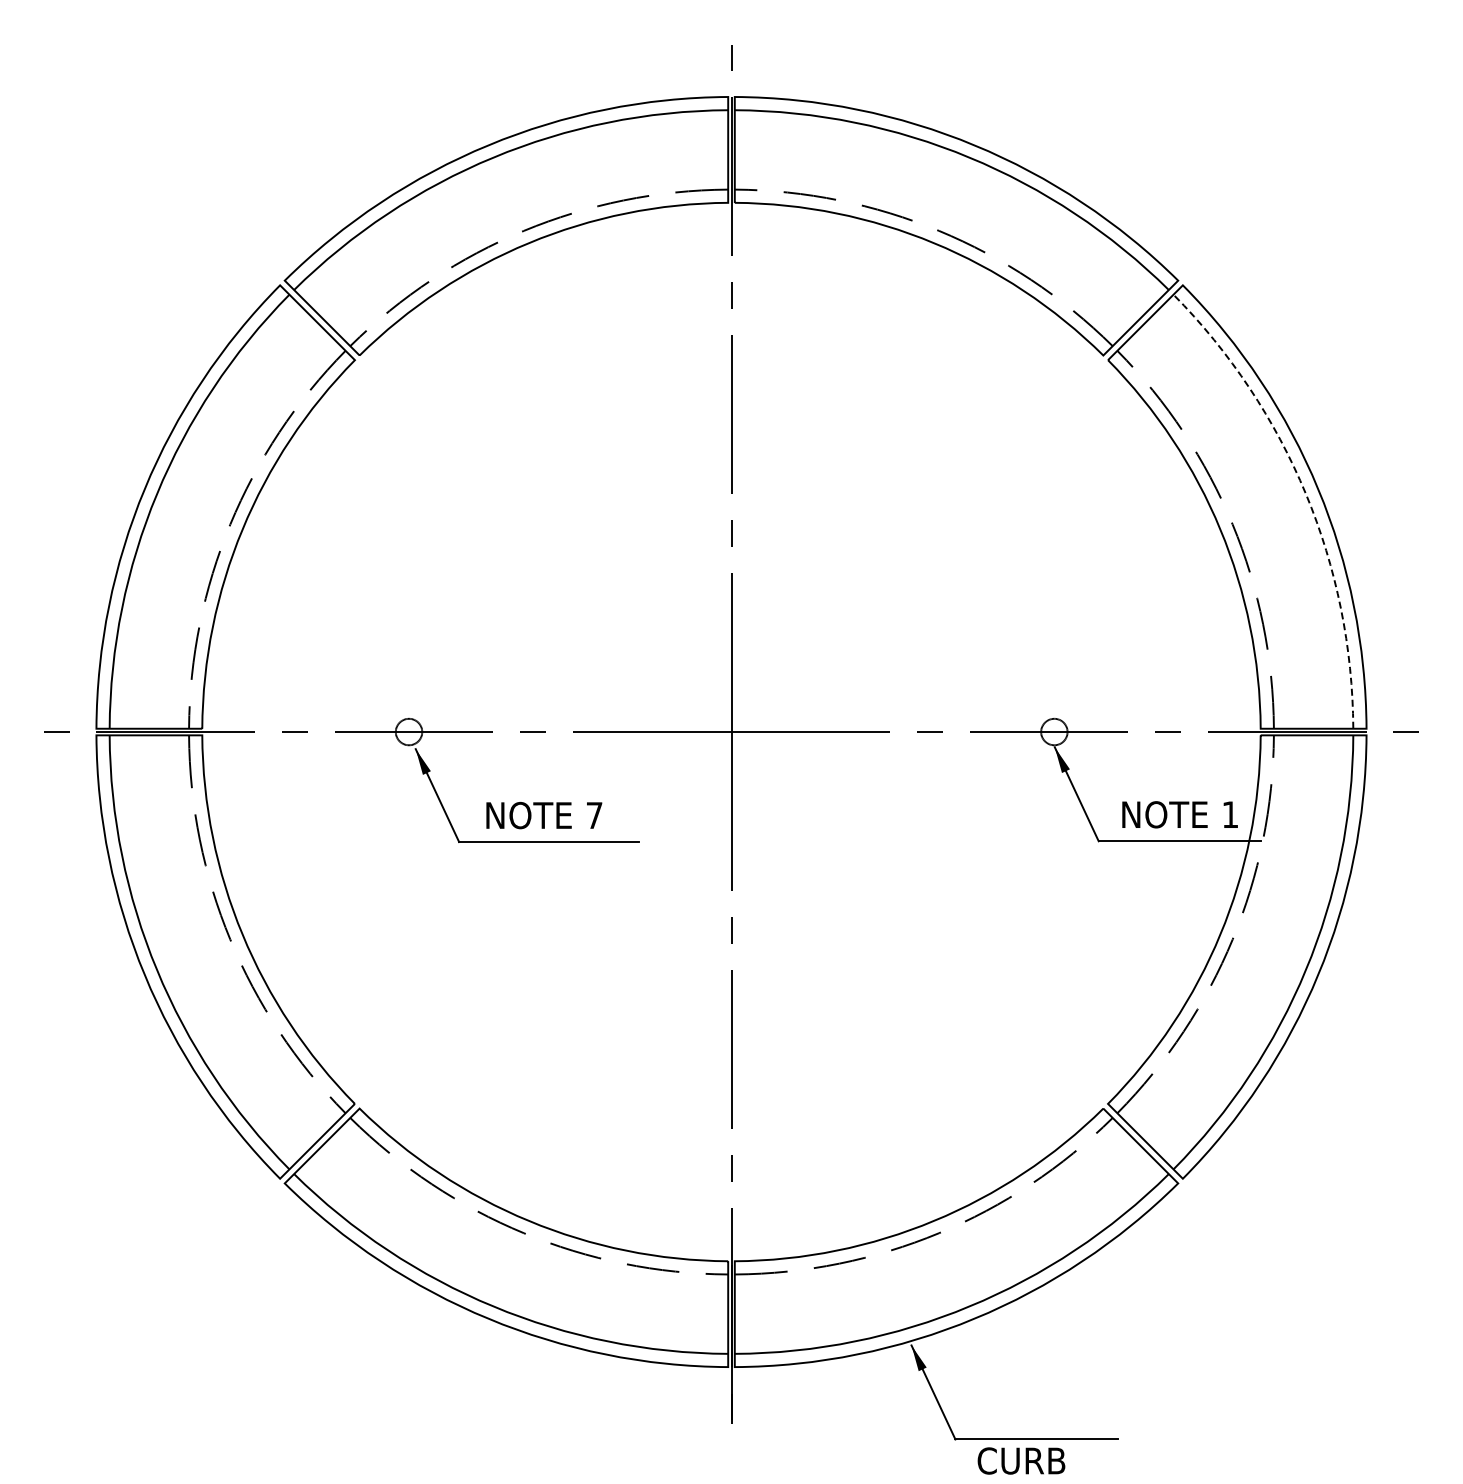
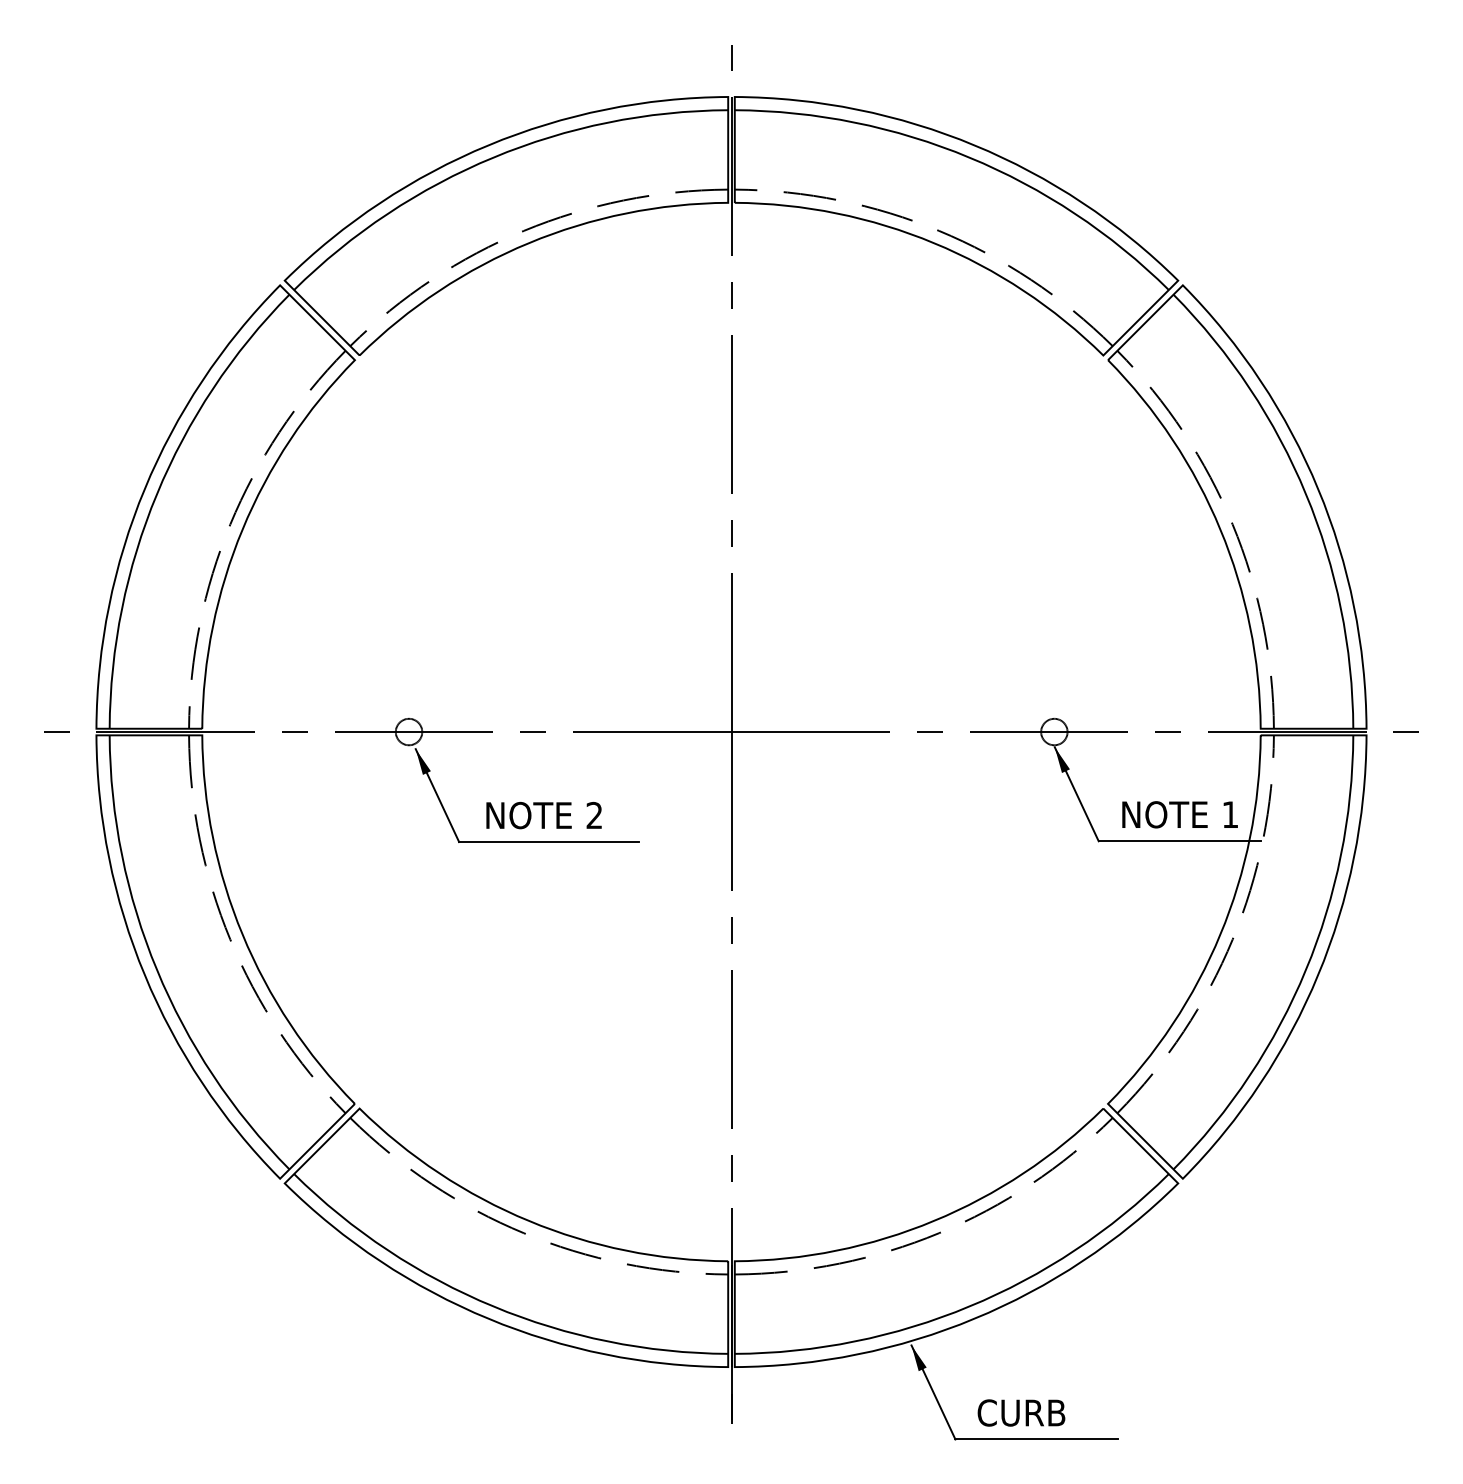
line at (1305, 494): dashed -> solid
text at (594, 814): 7 -> 2
text at (1021, 1460) position: (1021, 1460) -> (1021, 1412)
